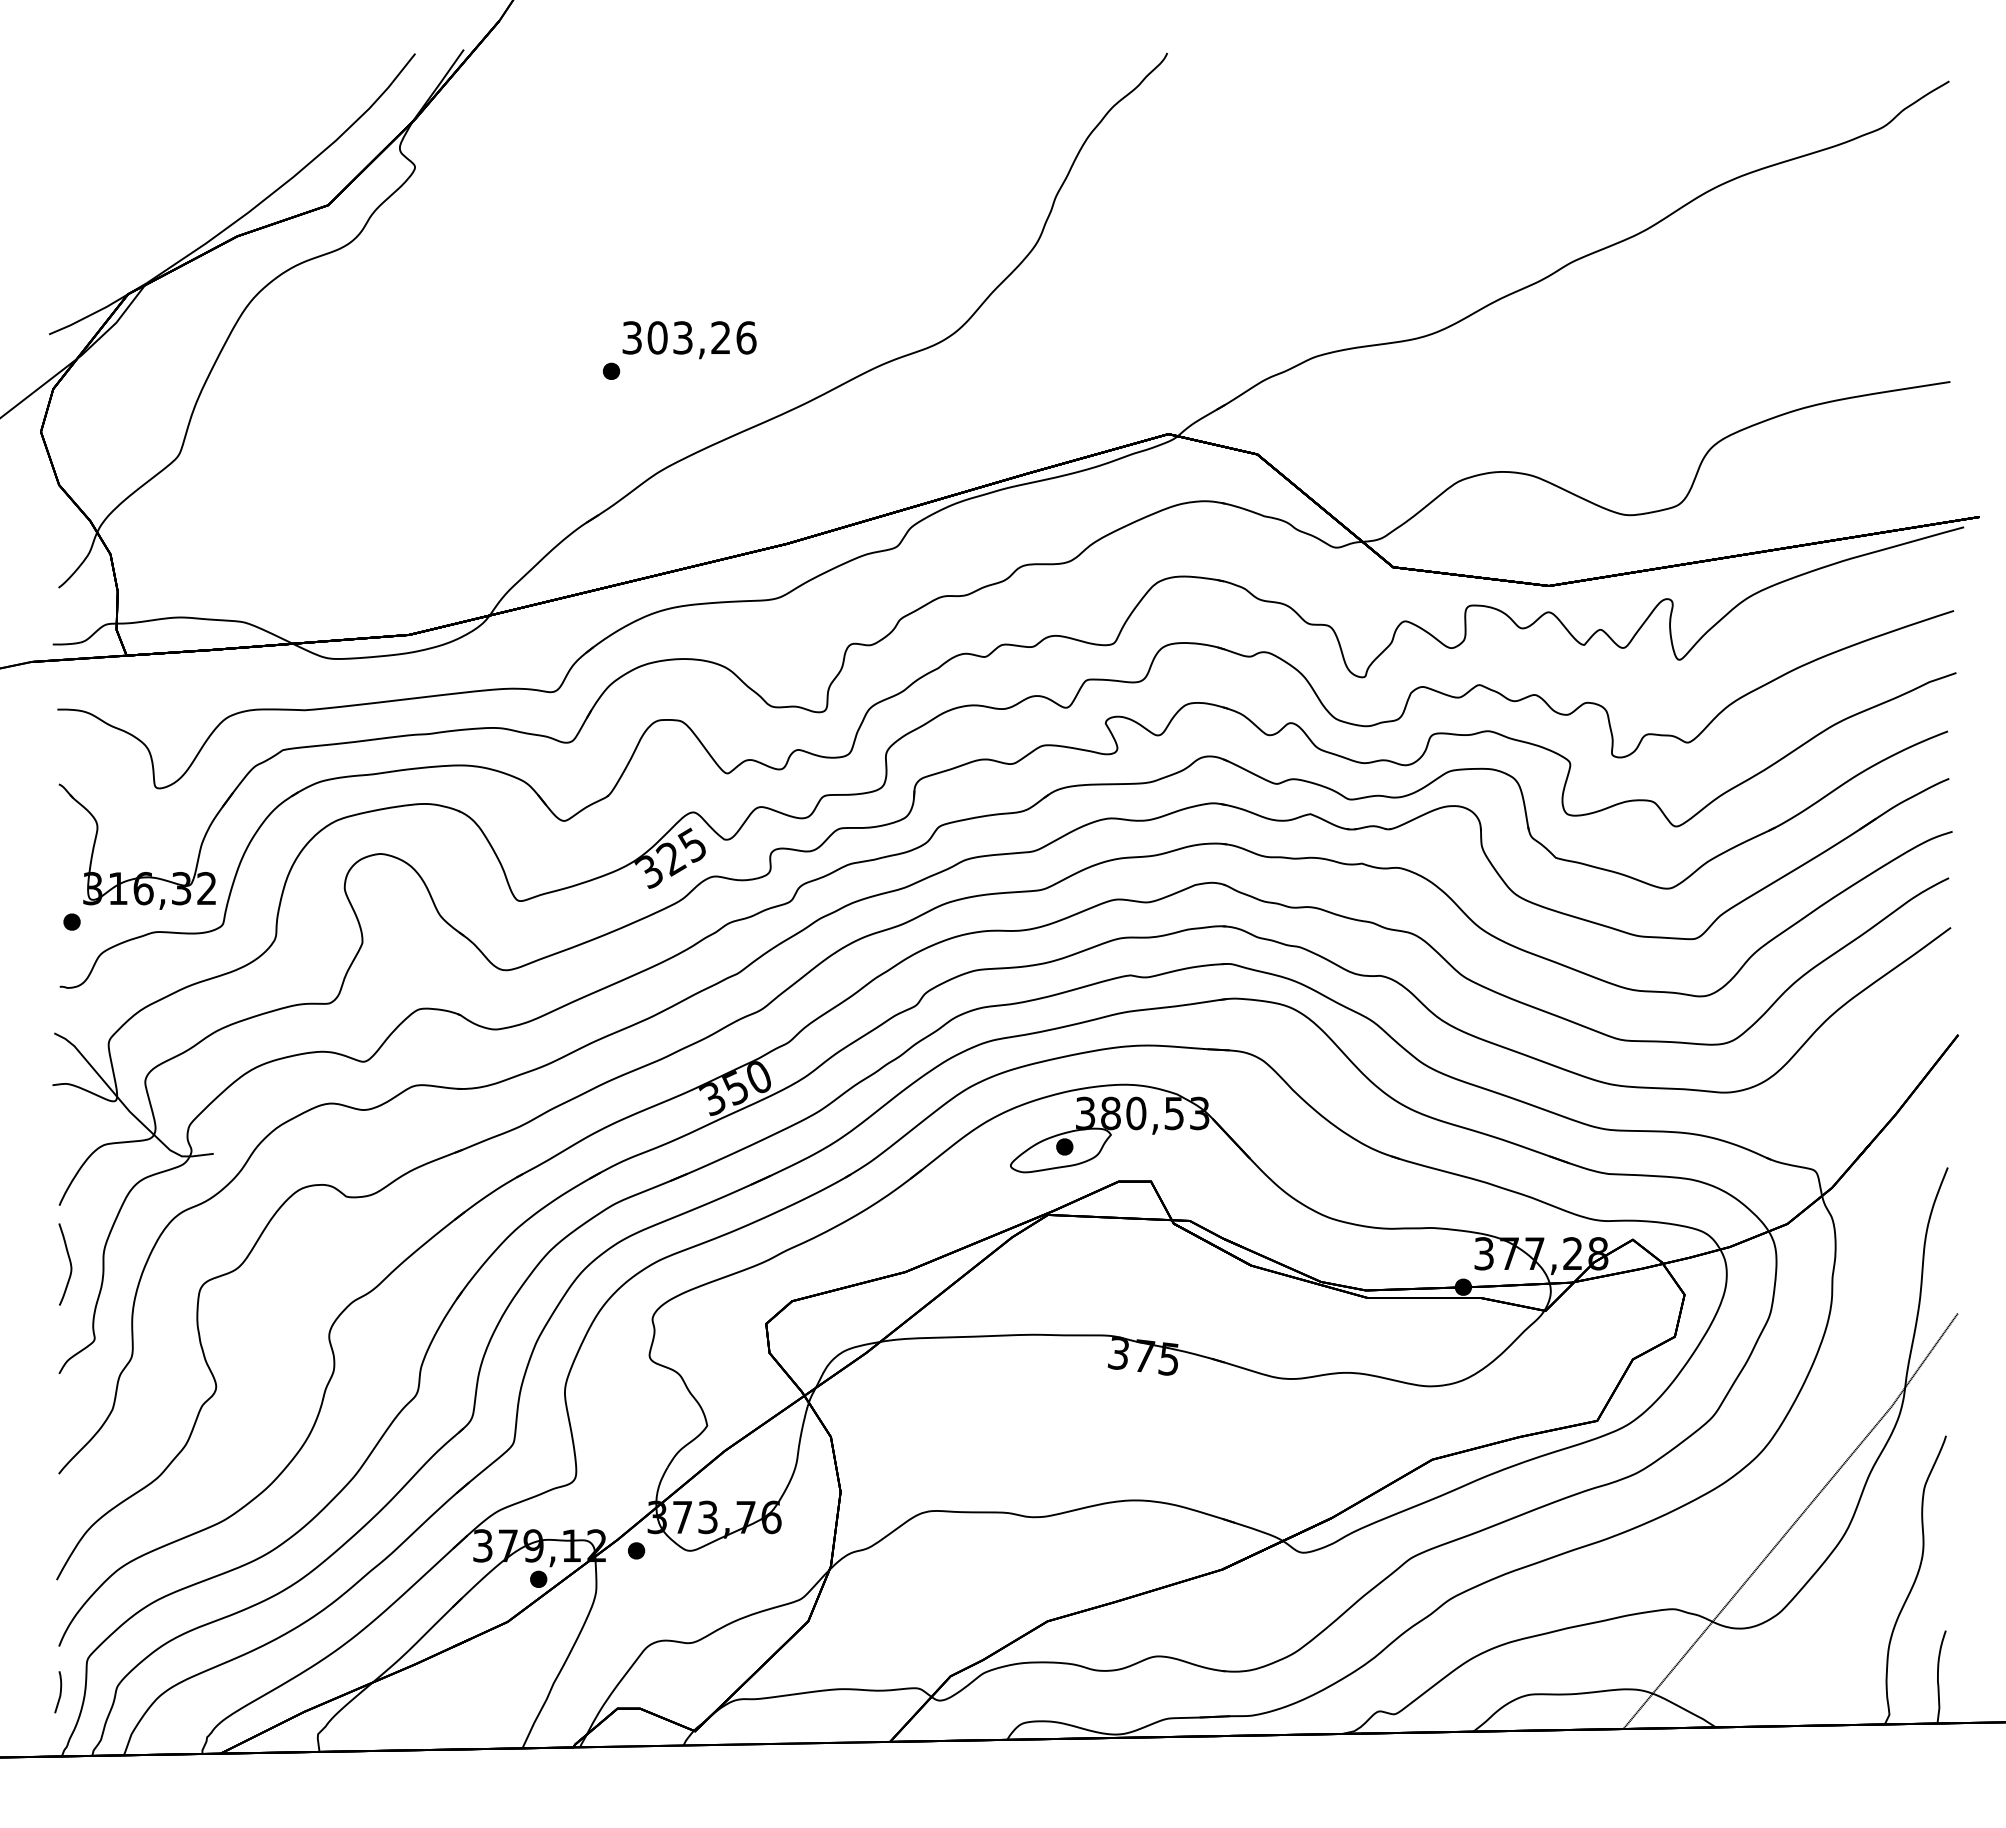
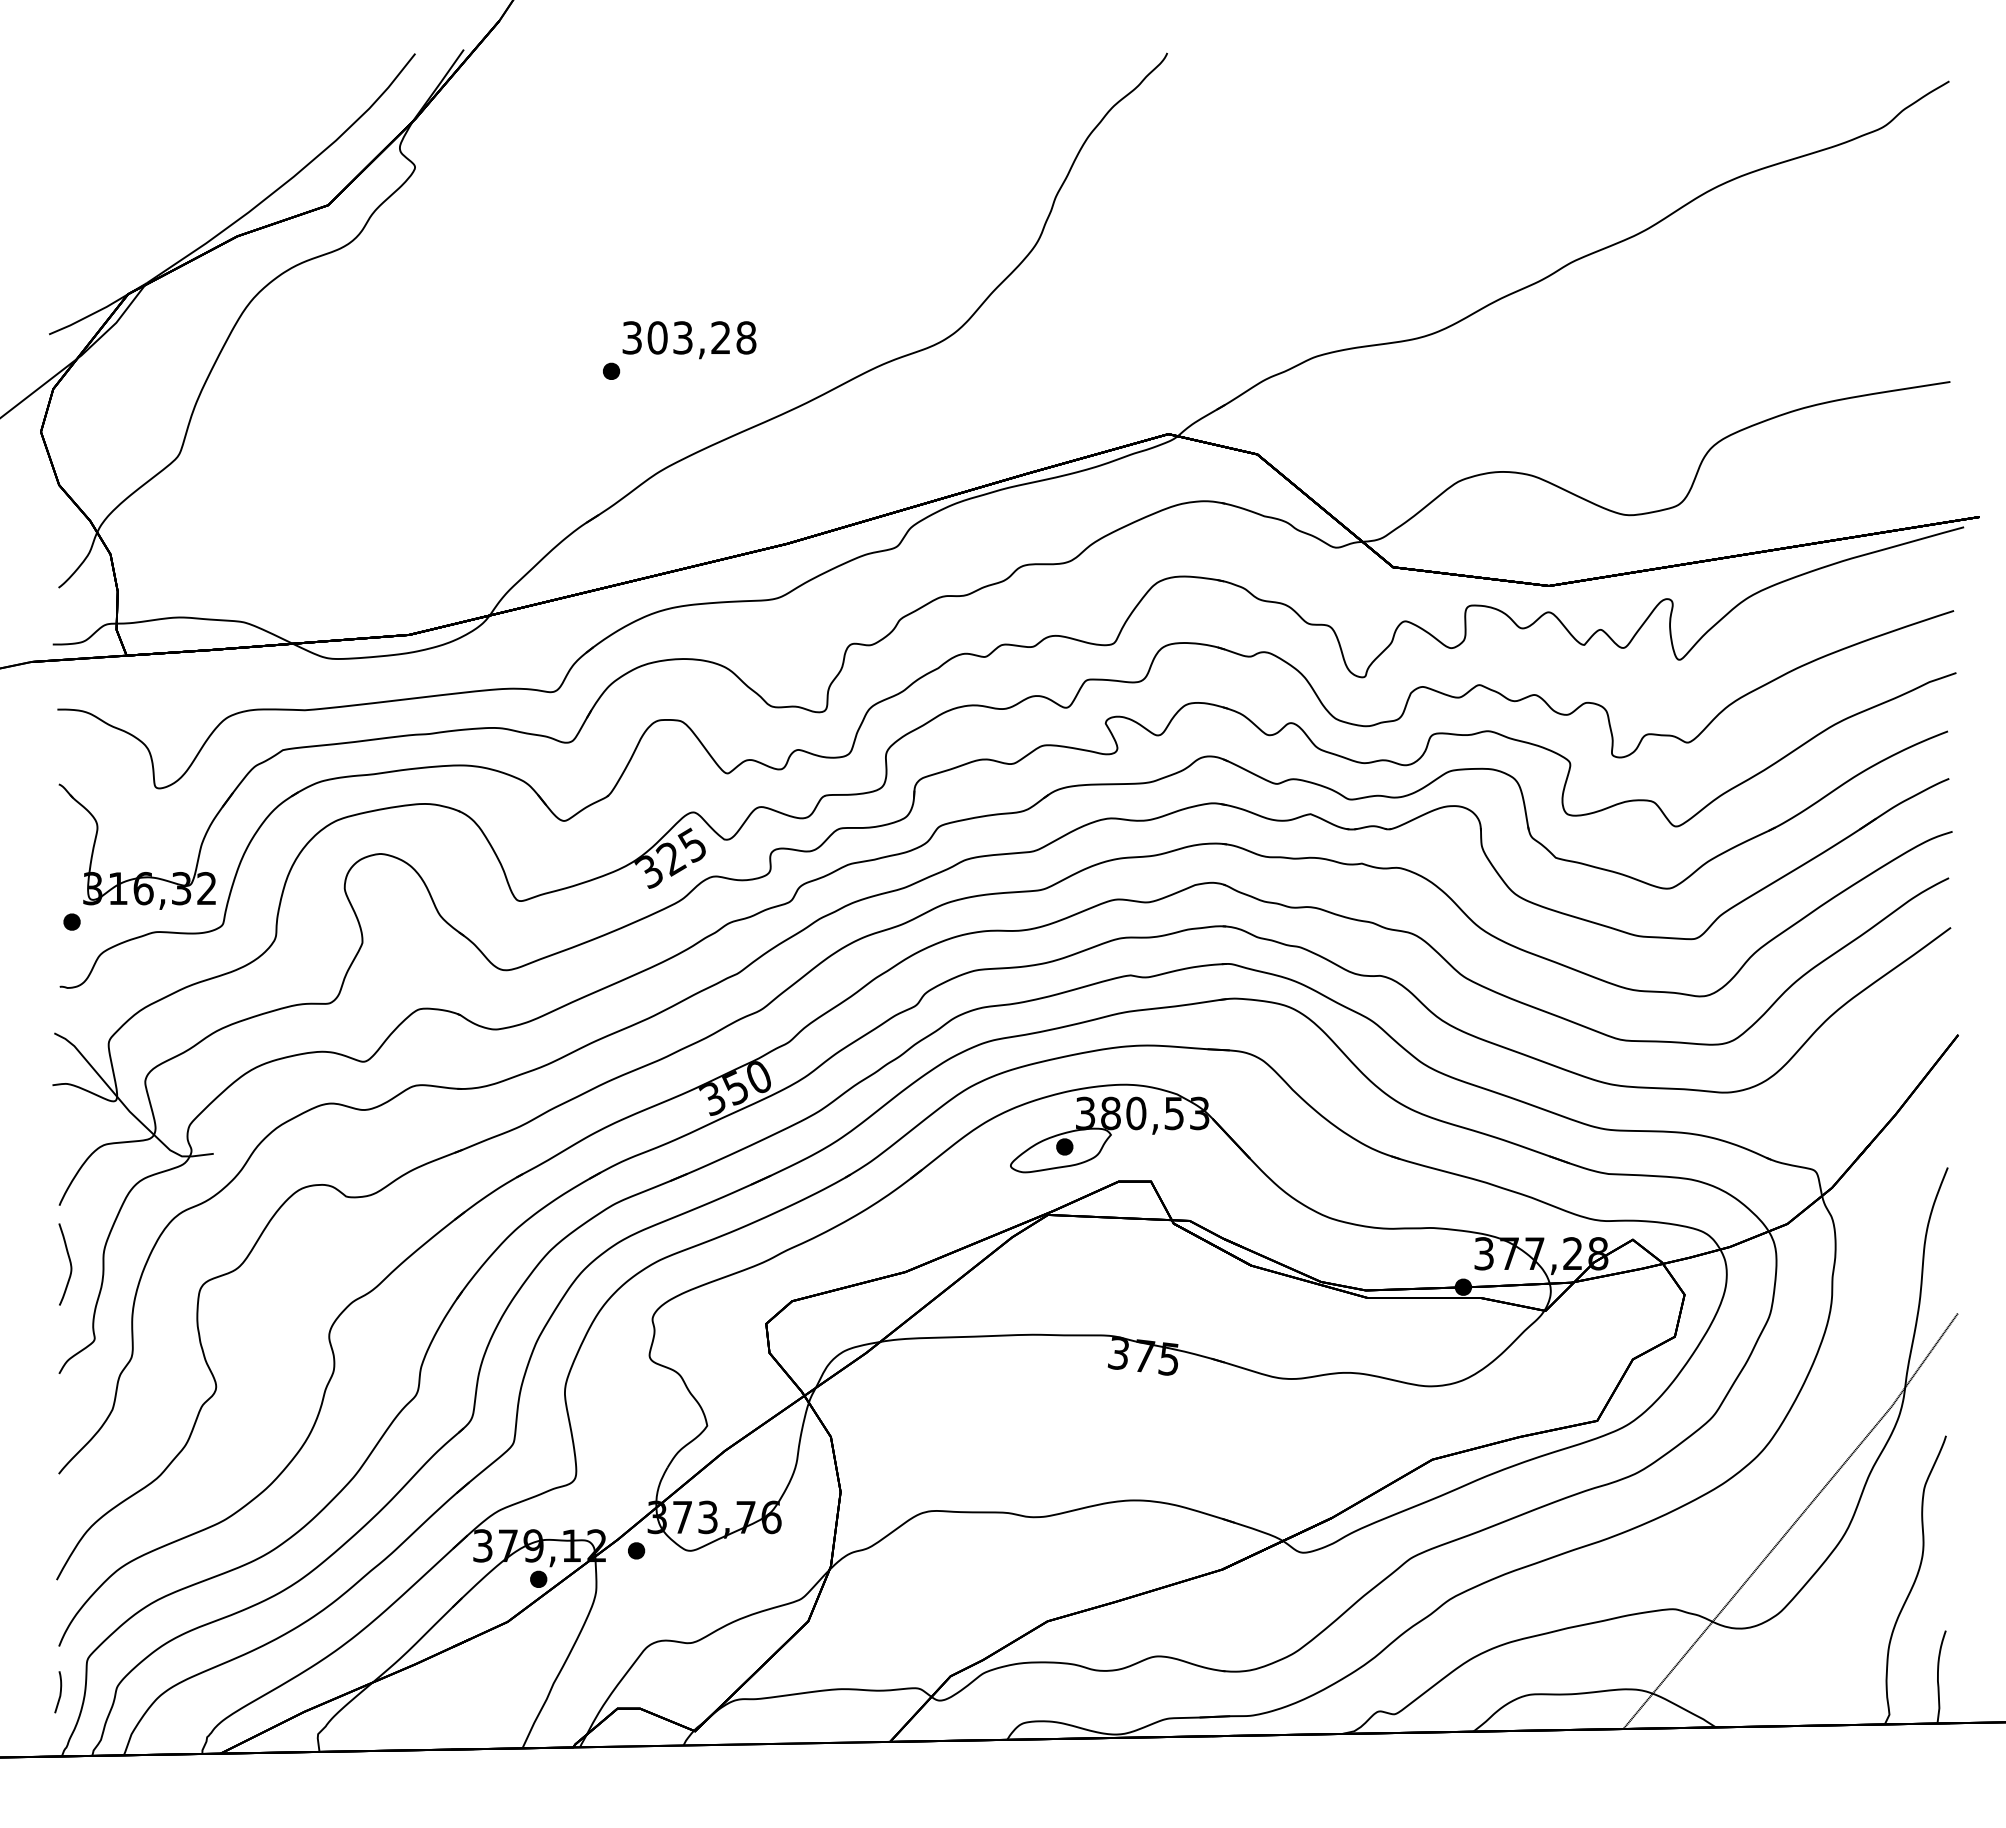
text at (746, 337): 303,26 -> 303,28
